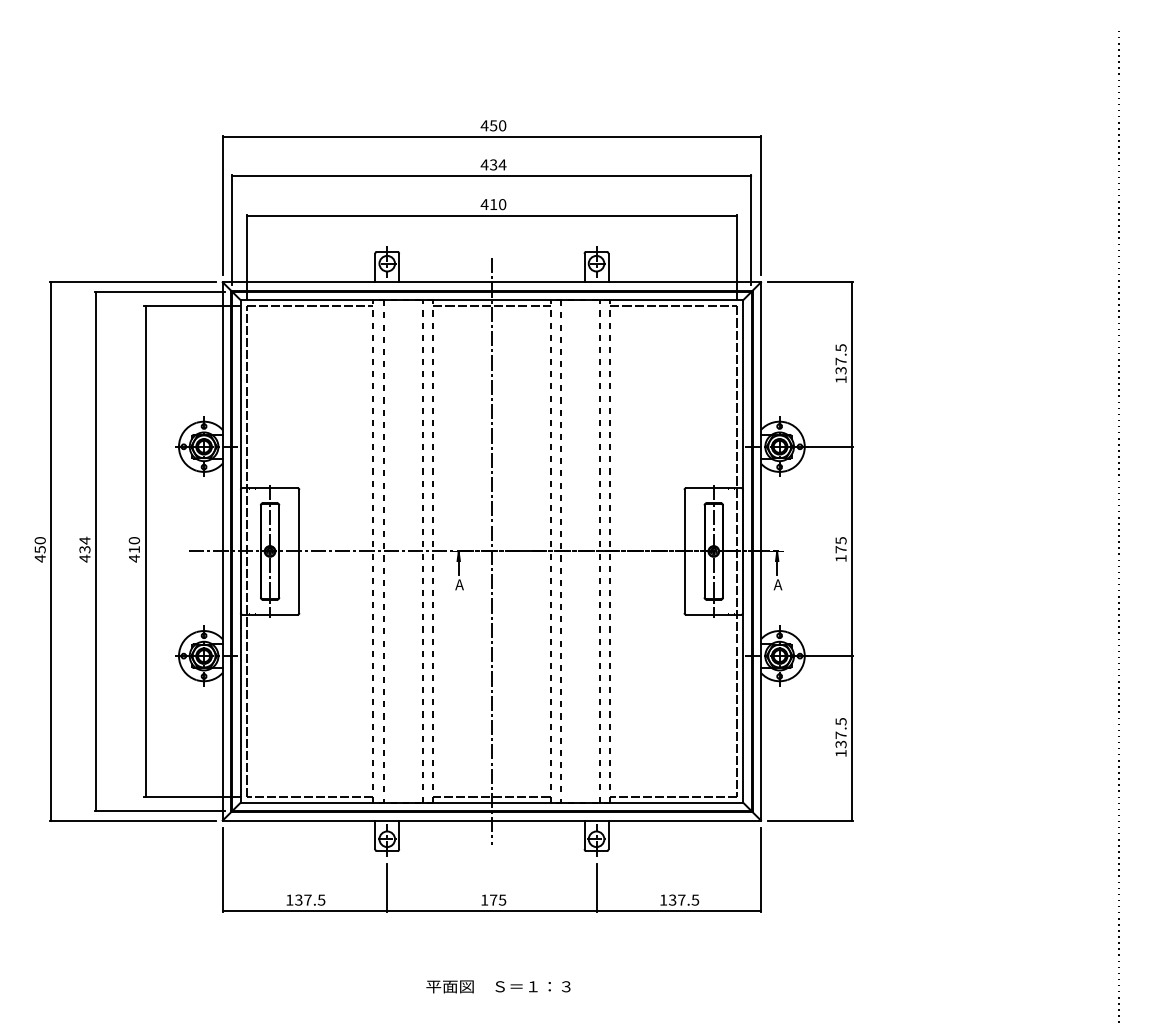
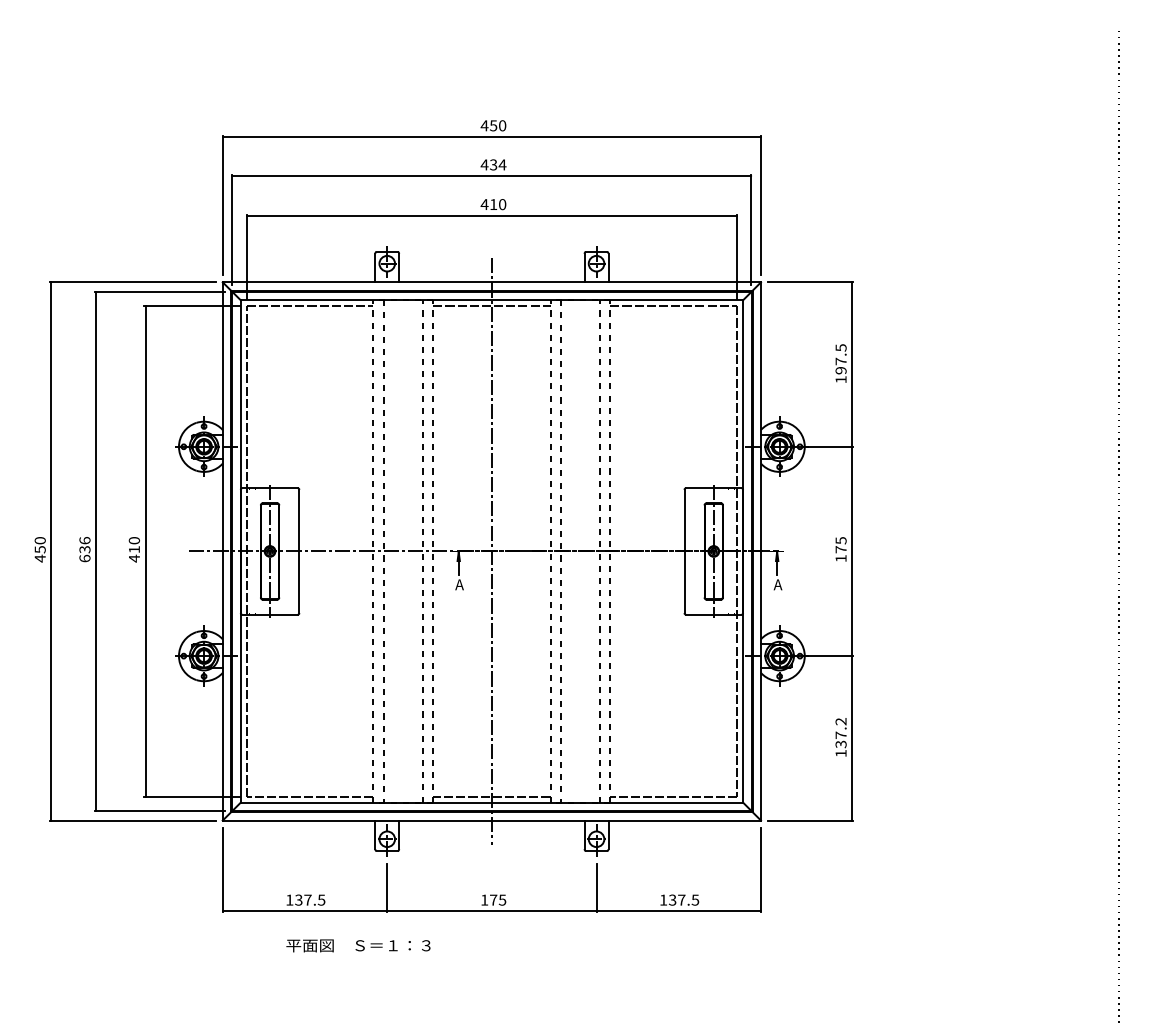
text at (840, 370): 137.5 -> 197.5
text at (84, 549): 434 -> 636
text at (840, 721): 137.5 -> 137.2
text at (498, 986) position: (498, 986) -> (358, 945)
